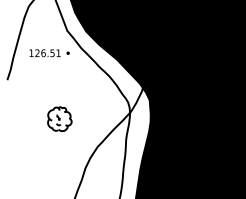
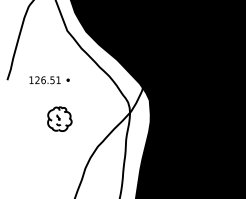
part at (49, 53) position: (49, 53) -> (49, 80)
